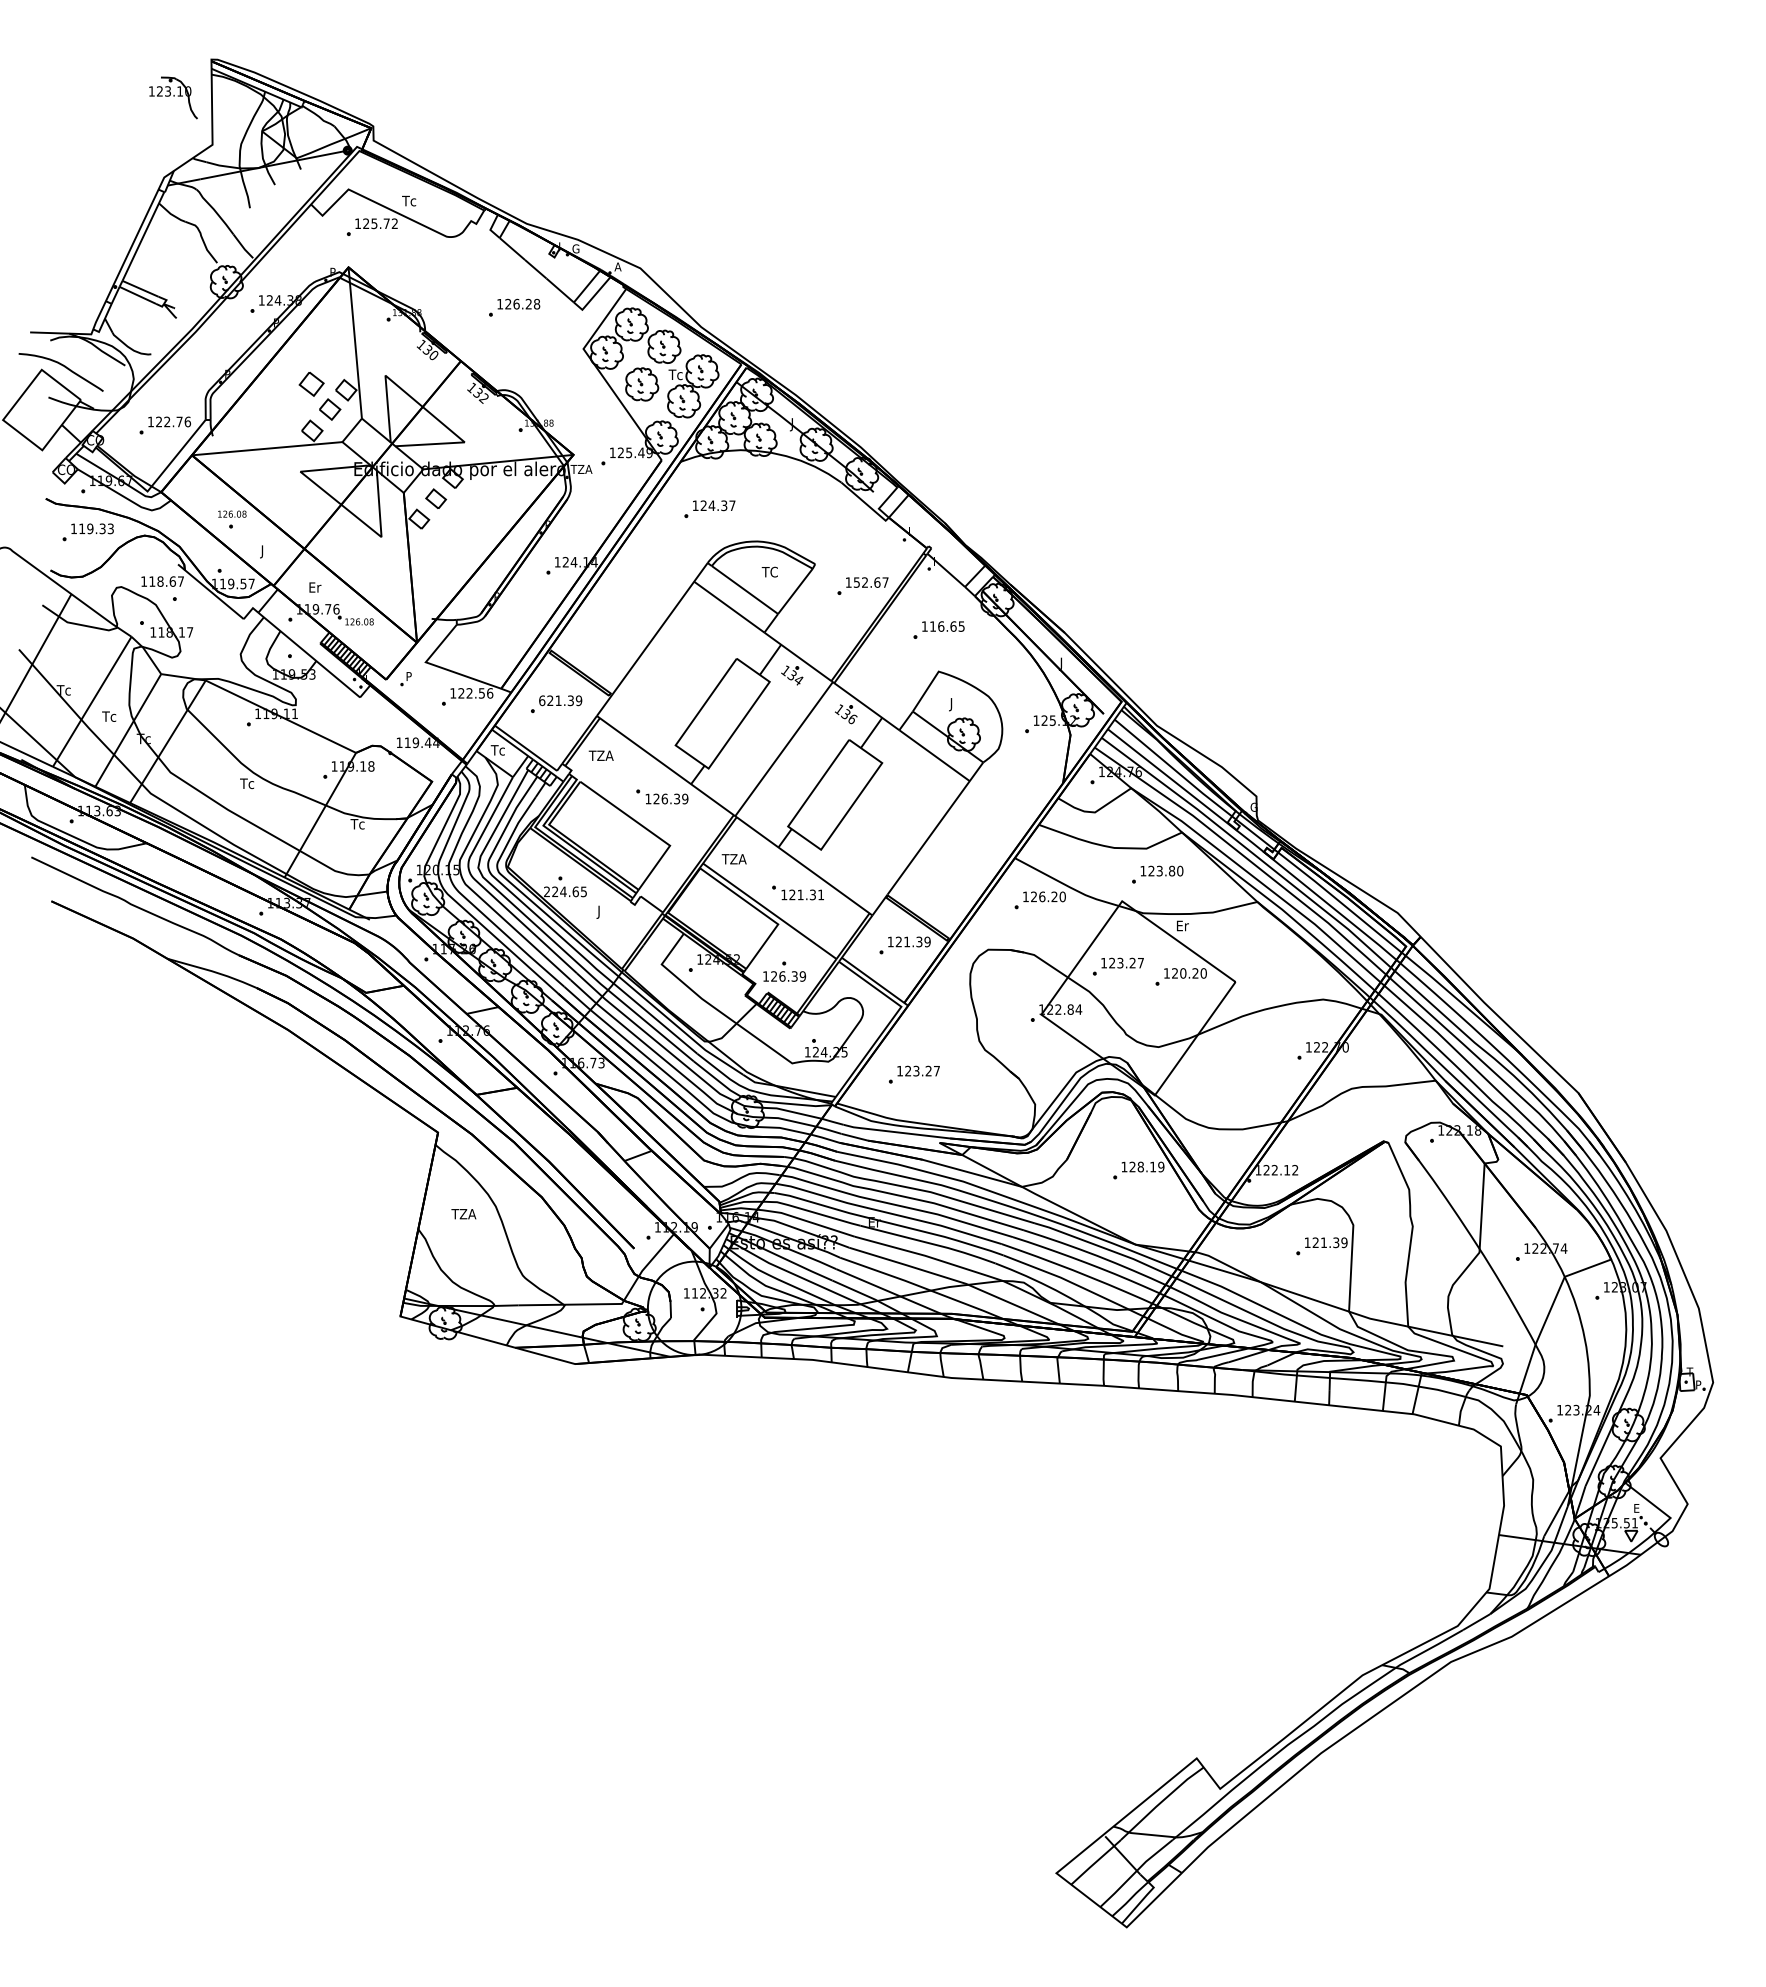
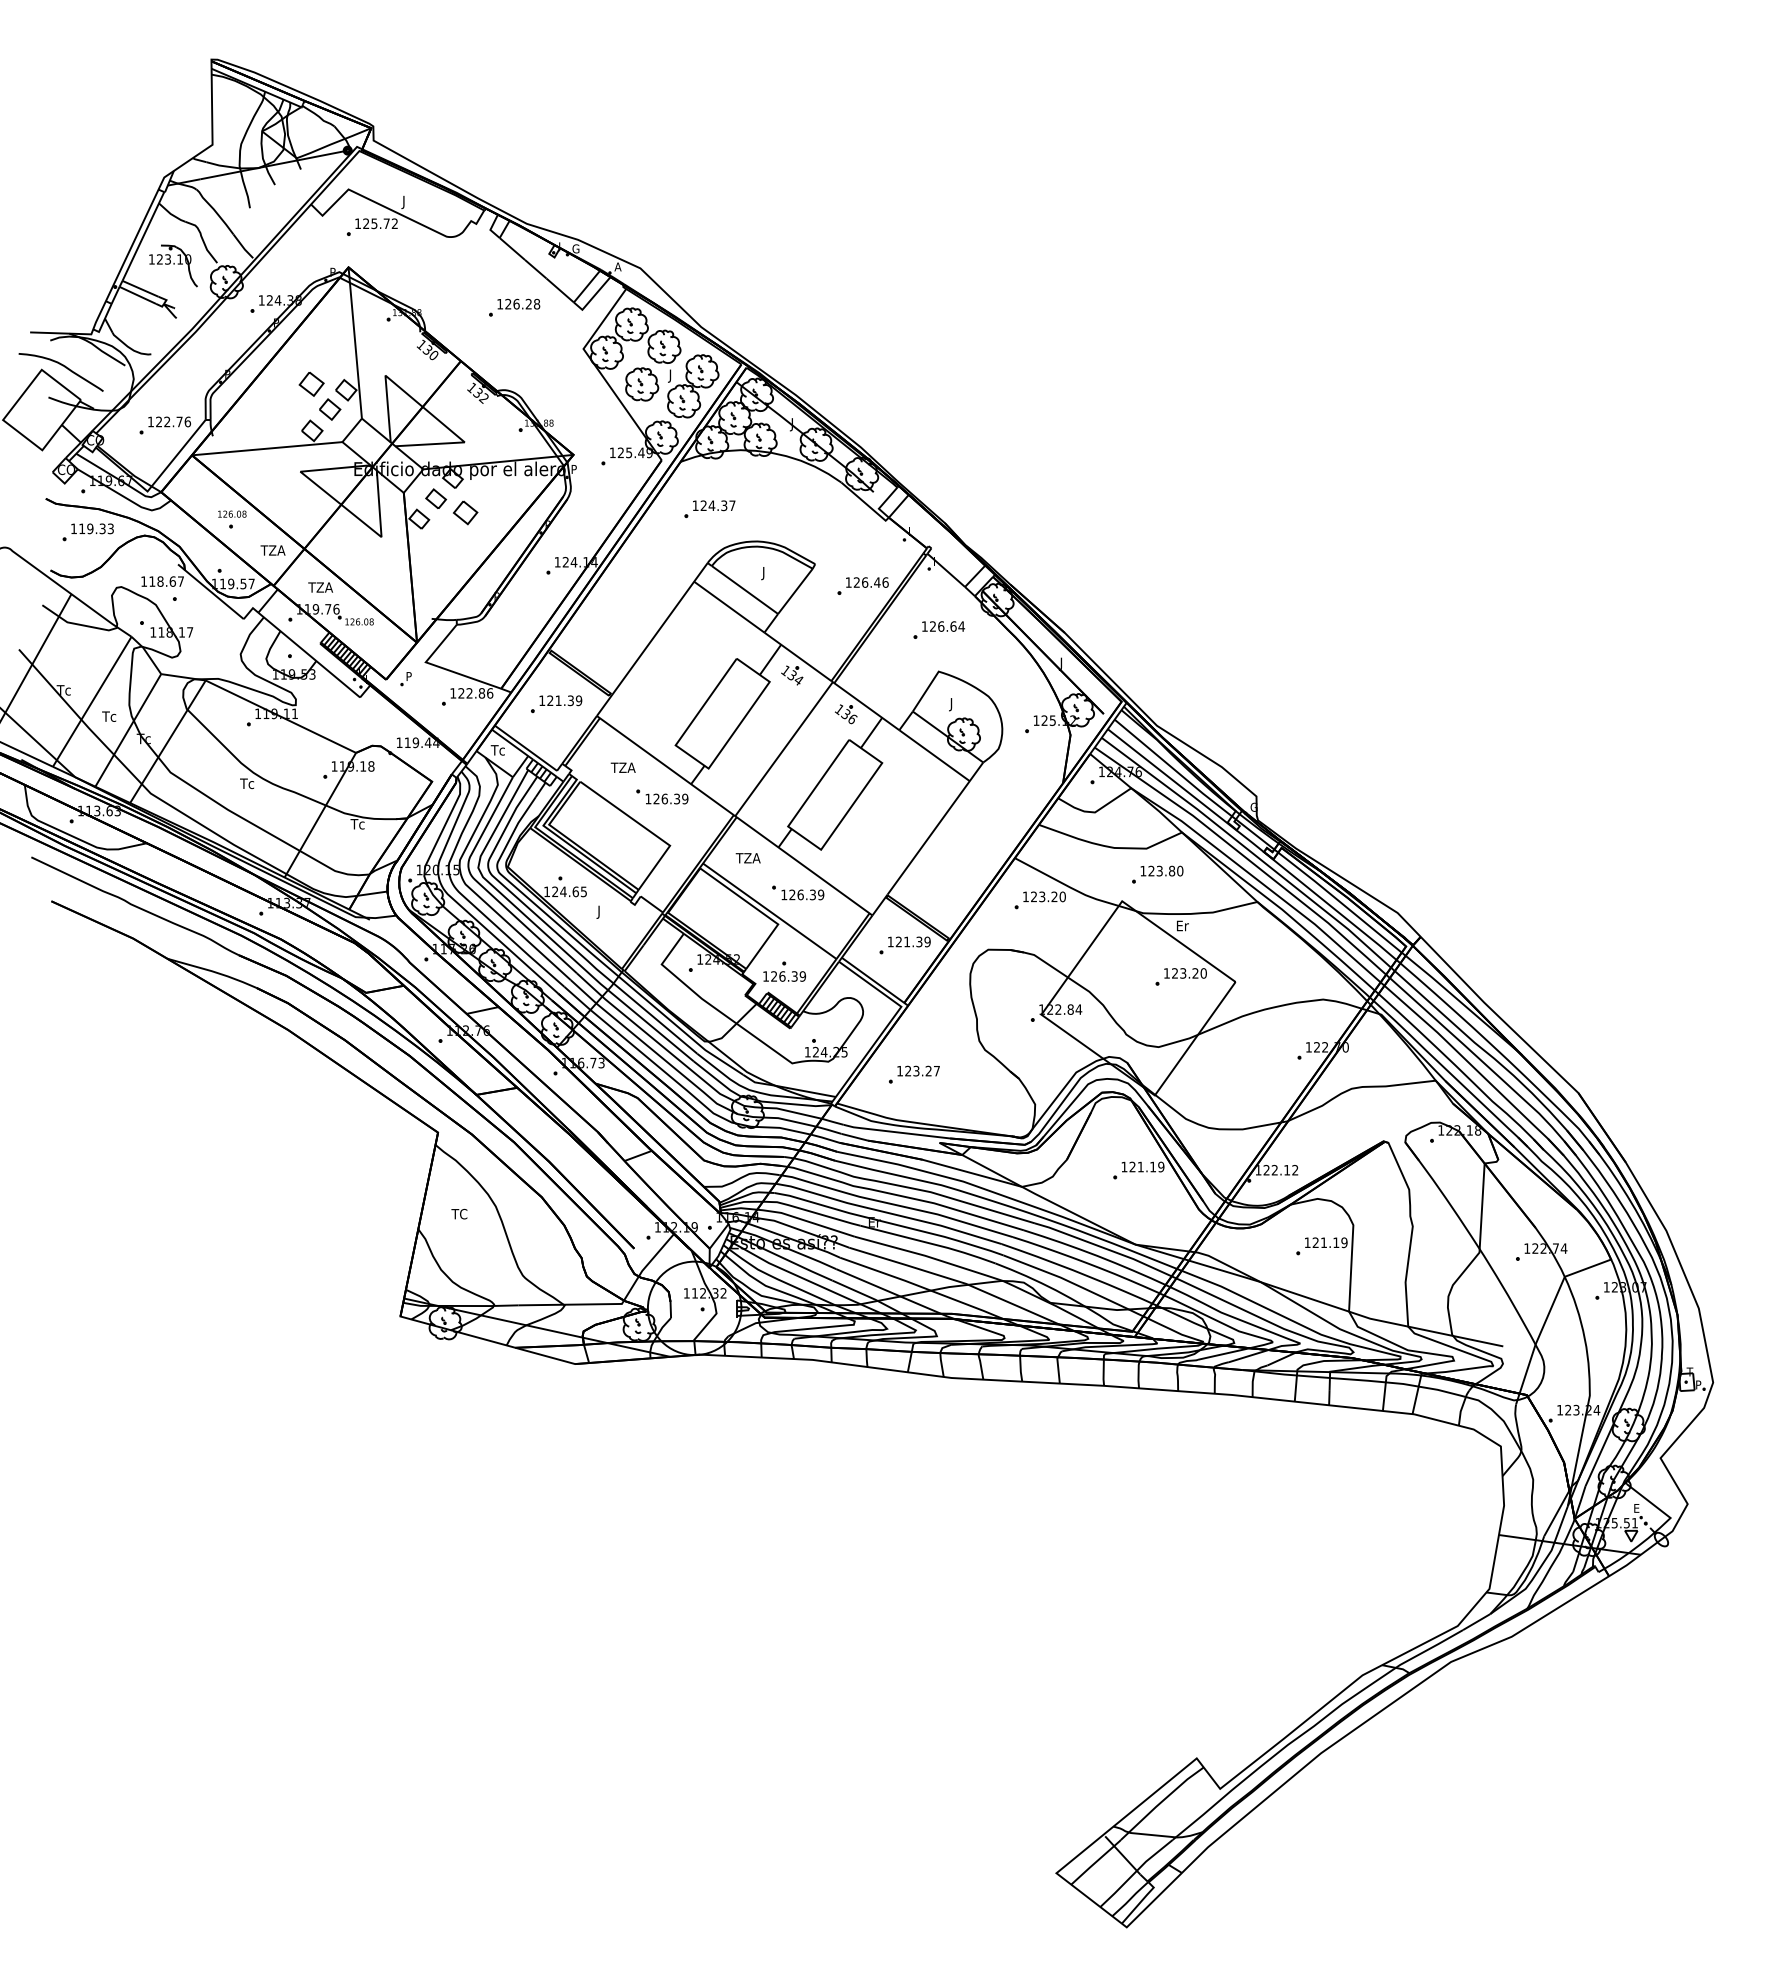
part at (173, 97) position: (173, 97) -> (173, 265)
text at (408, 202): Tc -> J
text at (675, 375): Tc -> J
text at (581, 469): TZA -> P
part at (465, 512): none -> present
text at (272, 551): J -> TZA
text at (769, 573): TC -> J
text at (870, 582): 152.67 -> 126.46
text at (320, 587): Er -> TZA
text at (947, 626): 116.65 -> 126.64
text at (481, 693): 122.56 -> 122.86
text at (542, 700): 621.39 -> 121.39
text at (600, 755) position: (600, 755) -> (622, 767)
text at (733, 859) position: (733, 859) -> (747, 858)
text at (546, 891): 224.65 -> 124.65
text at (810, 894): 121.31 -> 126.39
text at (1042, 896): 126.20 -> 123.20
part at (1118, 966): present -> none
text at (1183, 973): 120.20 -> 123.20
text at (1140, 1166): 128.19 -> 121.19
text at (467, 1213): TZA -> TC
text at (1336, 1242): 121.39 -> 121.19
